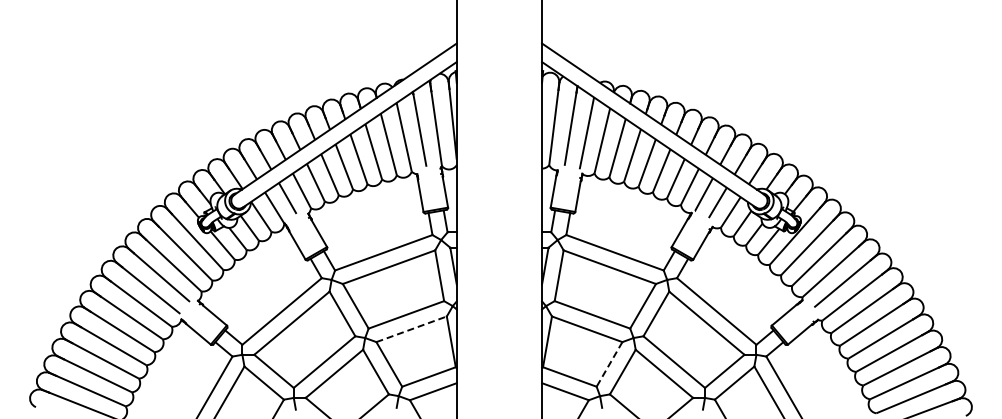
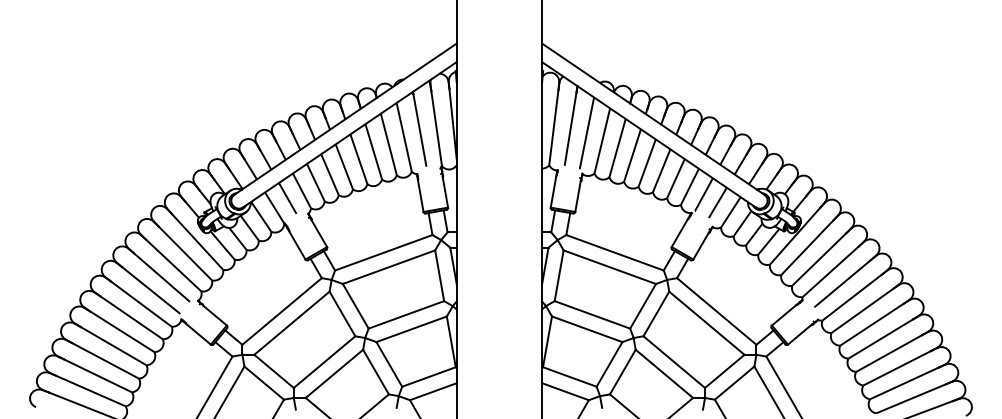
line at (412, 329): dashed -> solid
line at (609, 364): dashed -> solid
